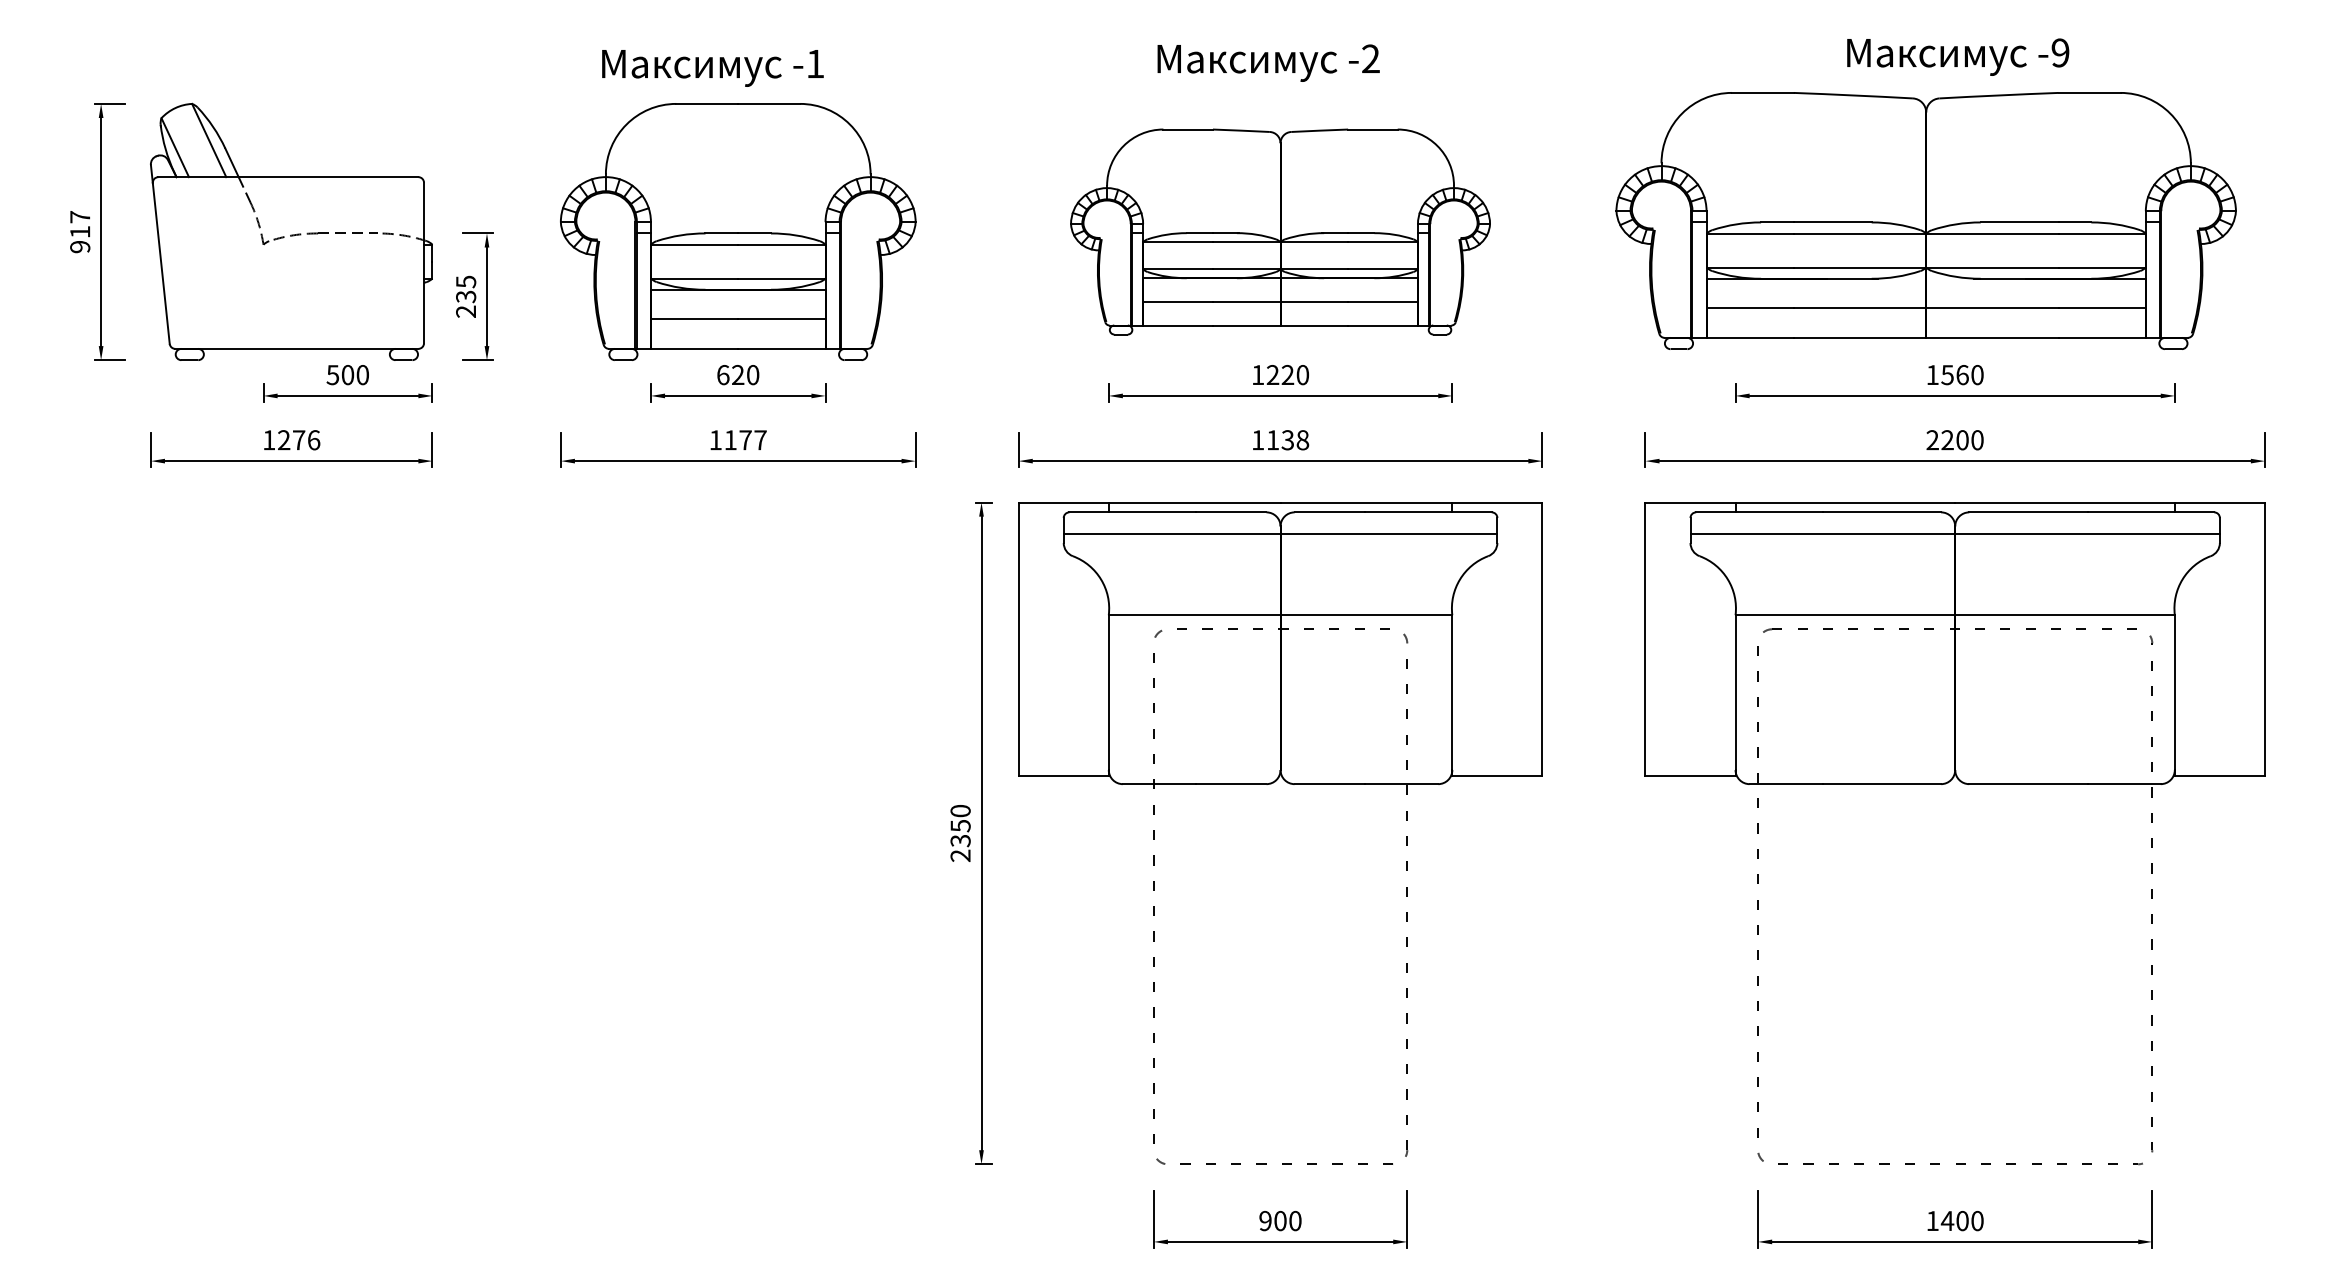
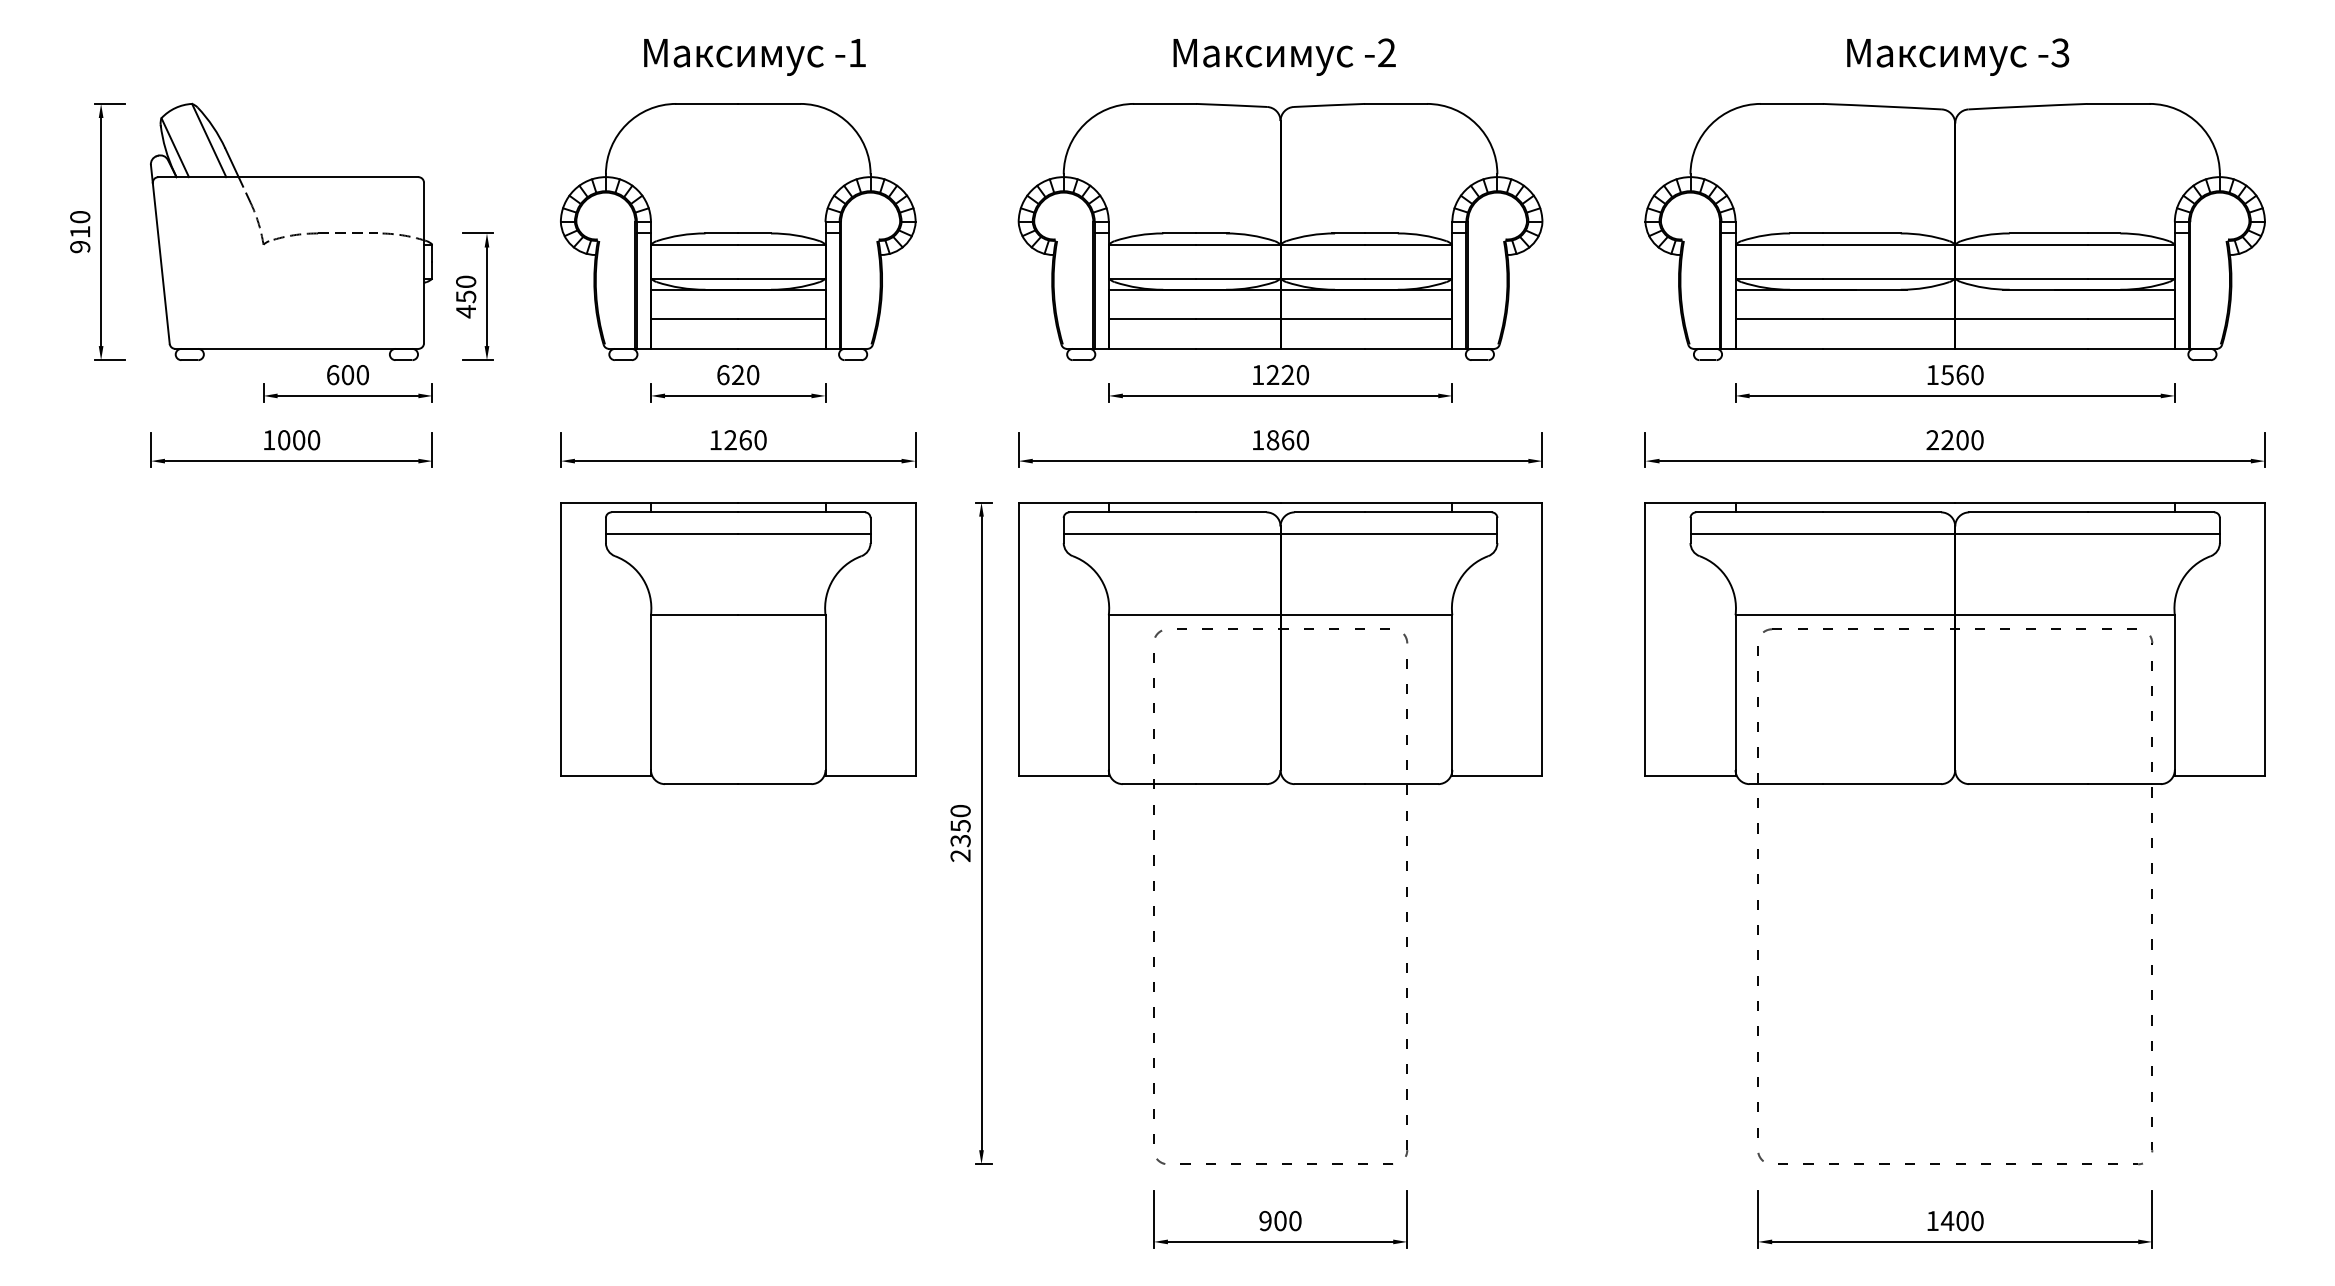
text at (2060, 52): -9 -> -3
text at (1268, 62) position: (1268, 62) -> (1284, 56)
text at (712, 68) position: (712, 68) -> (754, 57)
text at (80, 217): 917 -> 910
part at (1925, 220) position: (1925, 220) -> (1954, 231)
part at (1280, 231) size: 421x208 px -> 527x258 px
text at (466, 296): 235 -> 450
text at (332, 375): 500 -> 600
text at (299, 440): 1276 -> 1000
text at (745, 440): 1177 -> 1260
text at (1288, 440): 1138 -> 1860
part at (738, 643): none -> present
